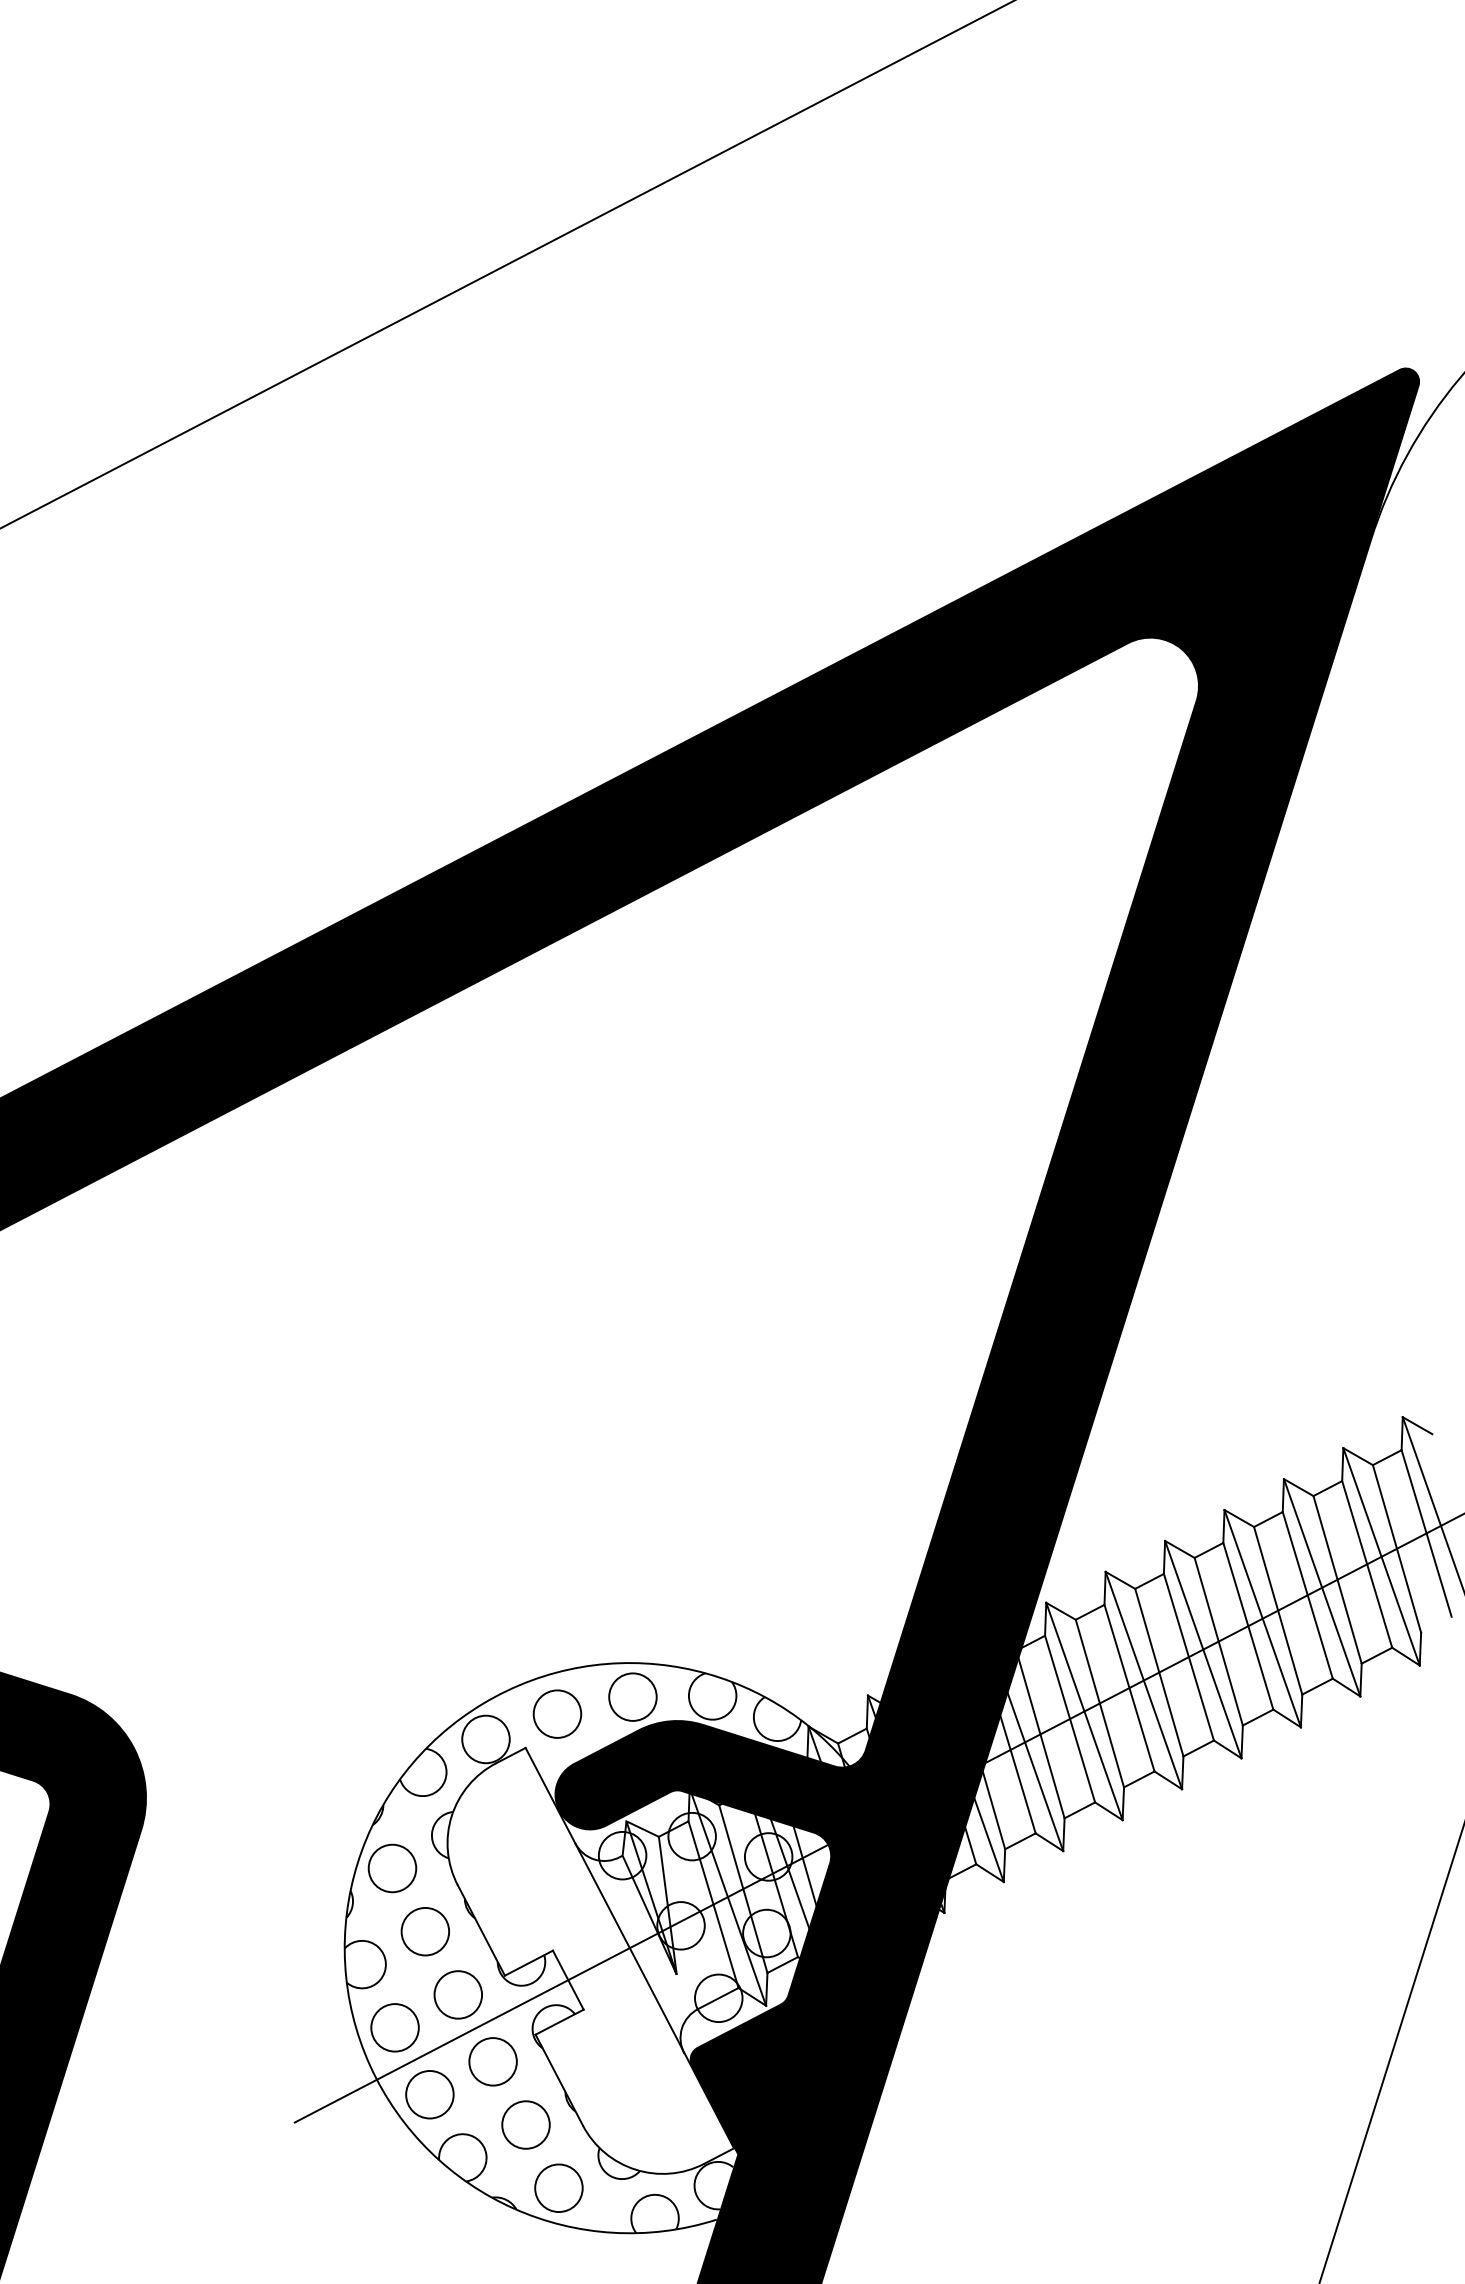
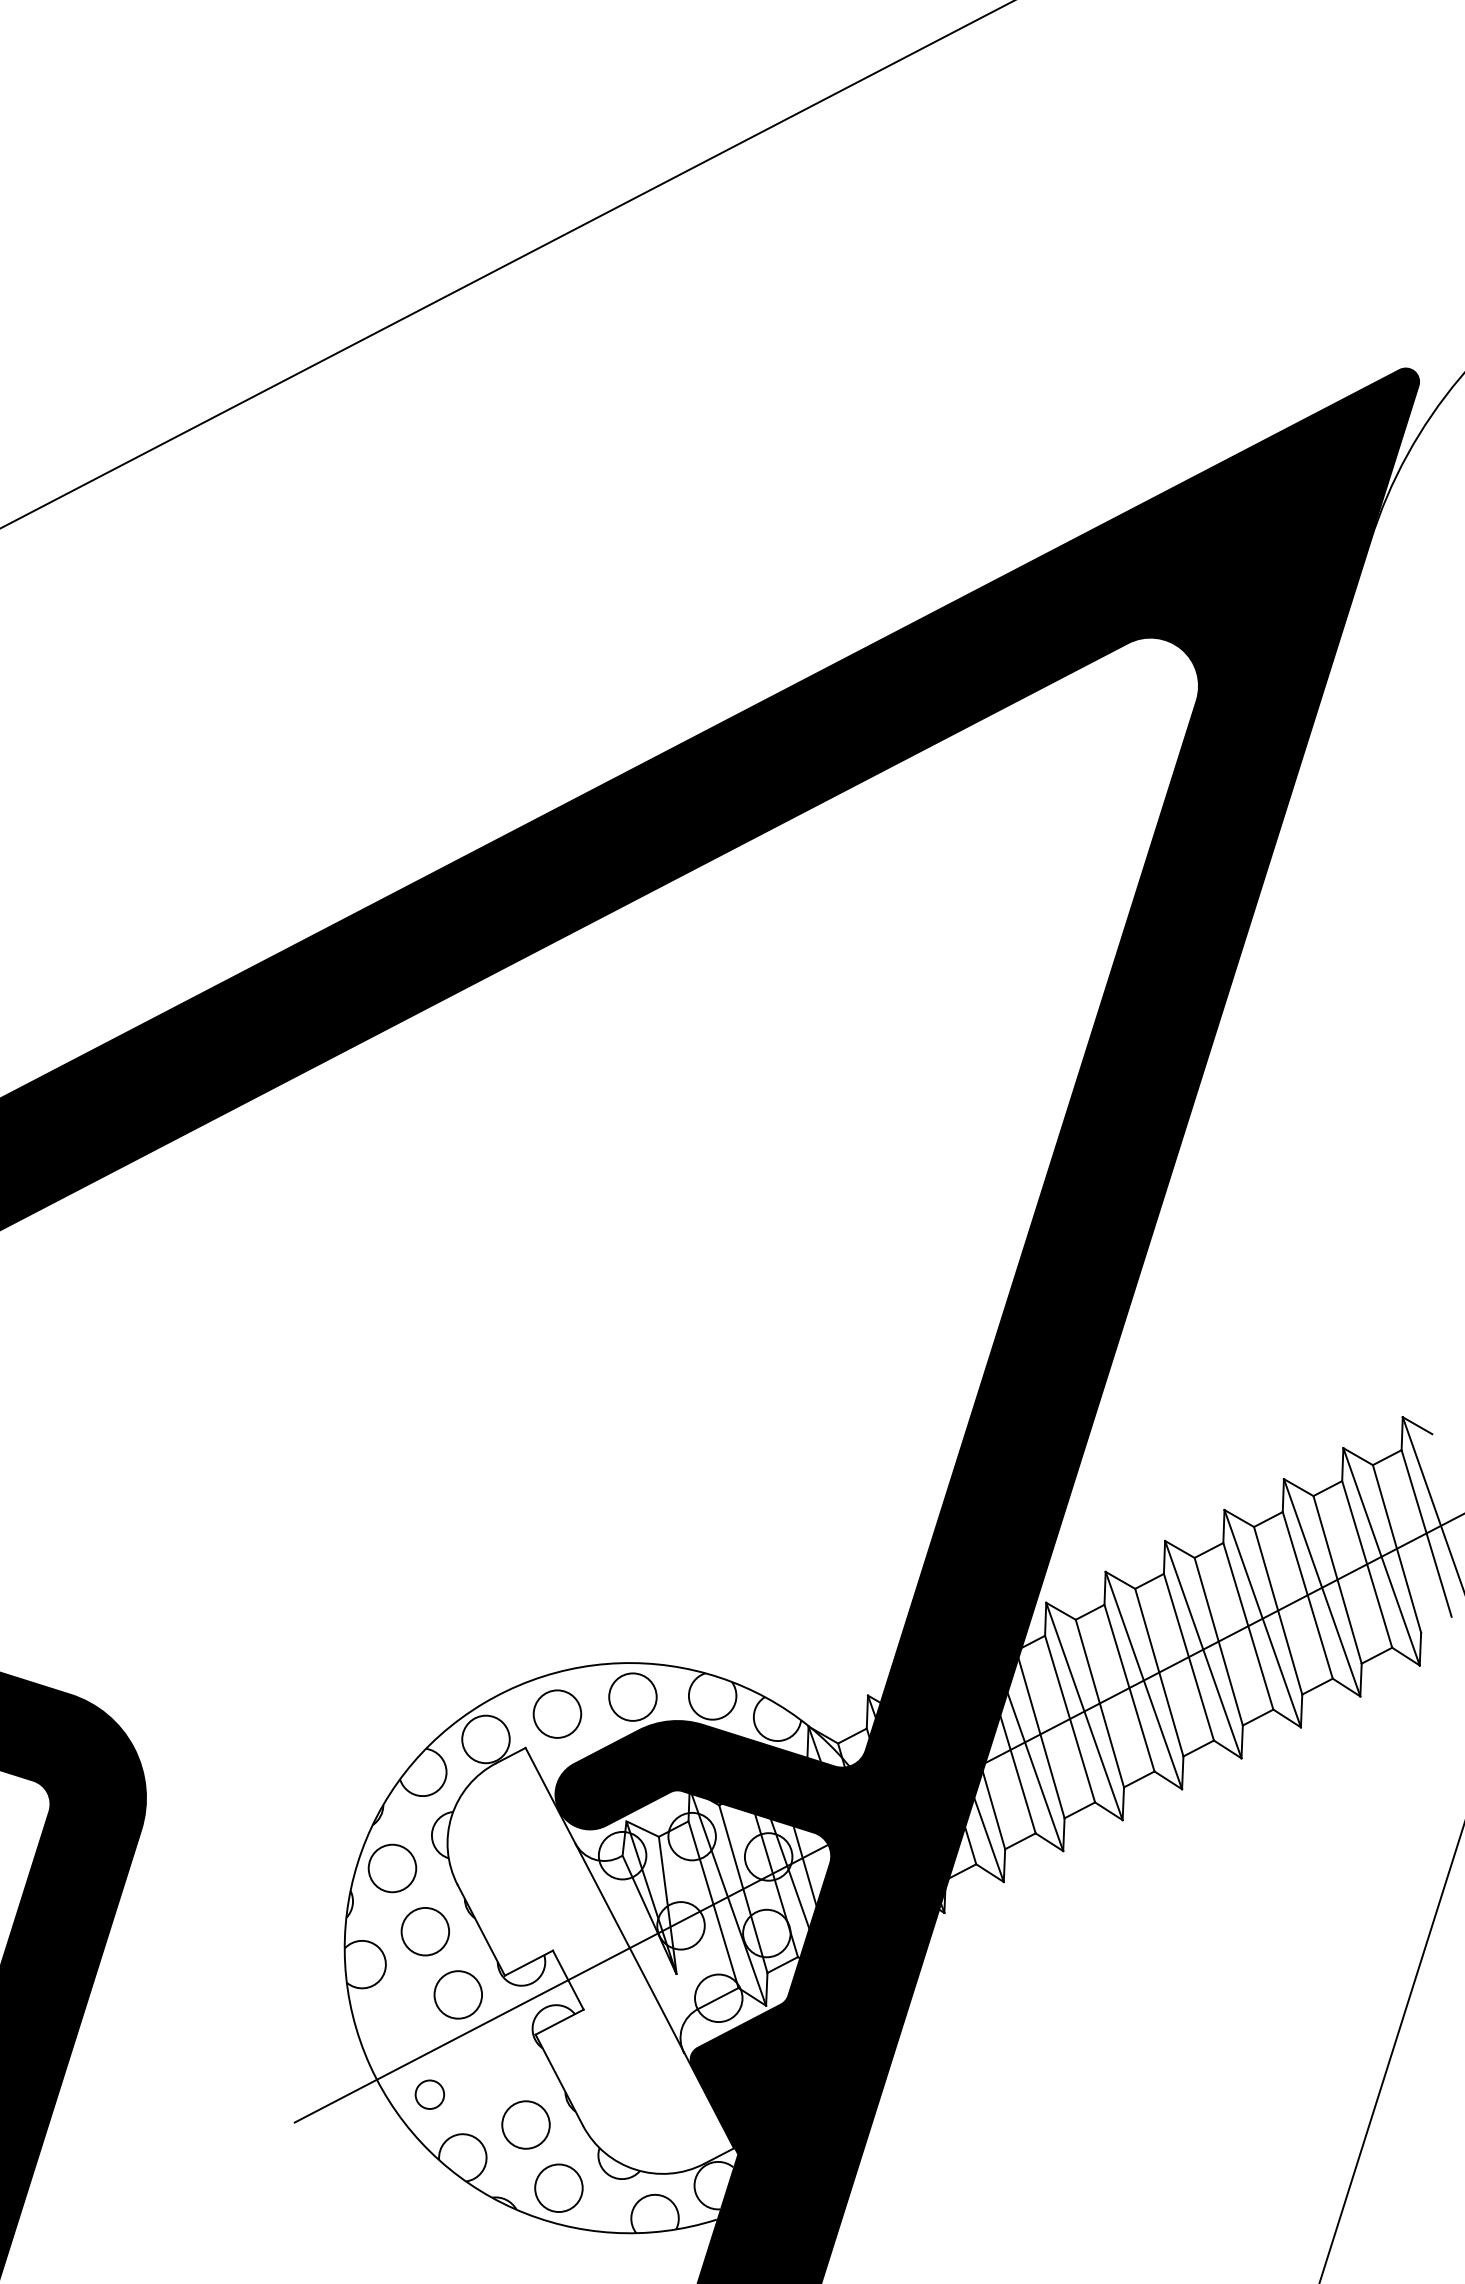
circle at (394, 2027): present -> none
circle at (492, 2061): present -> none
circle at (429, 2094) diameter: 48 px -> 29 px
